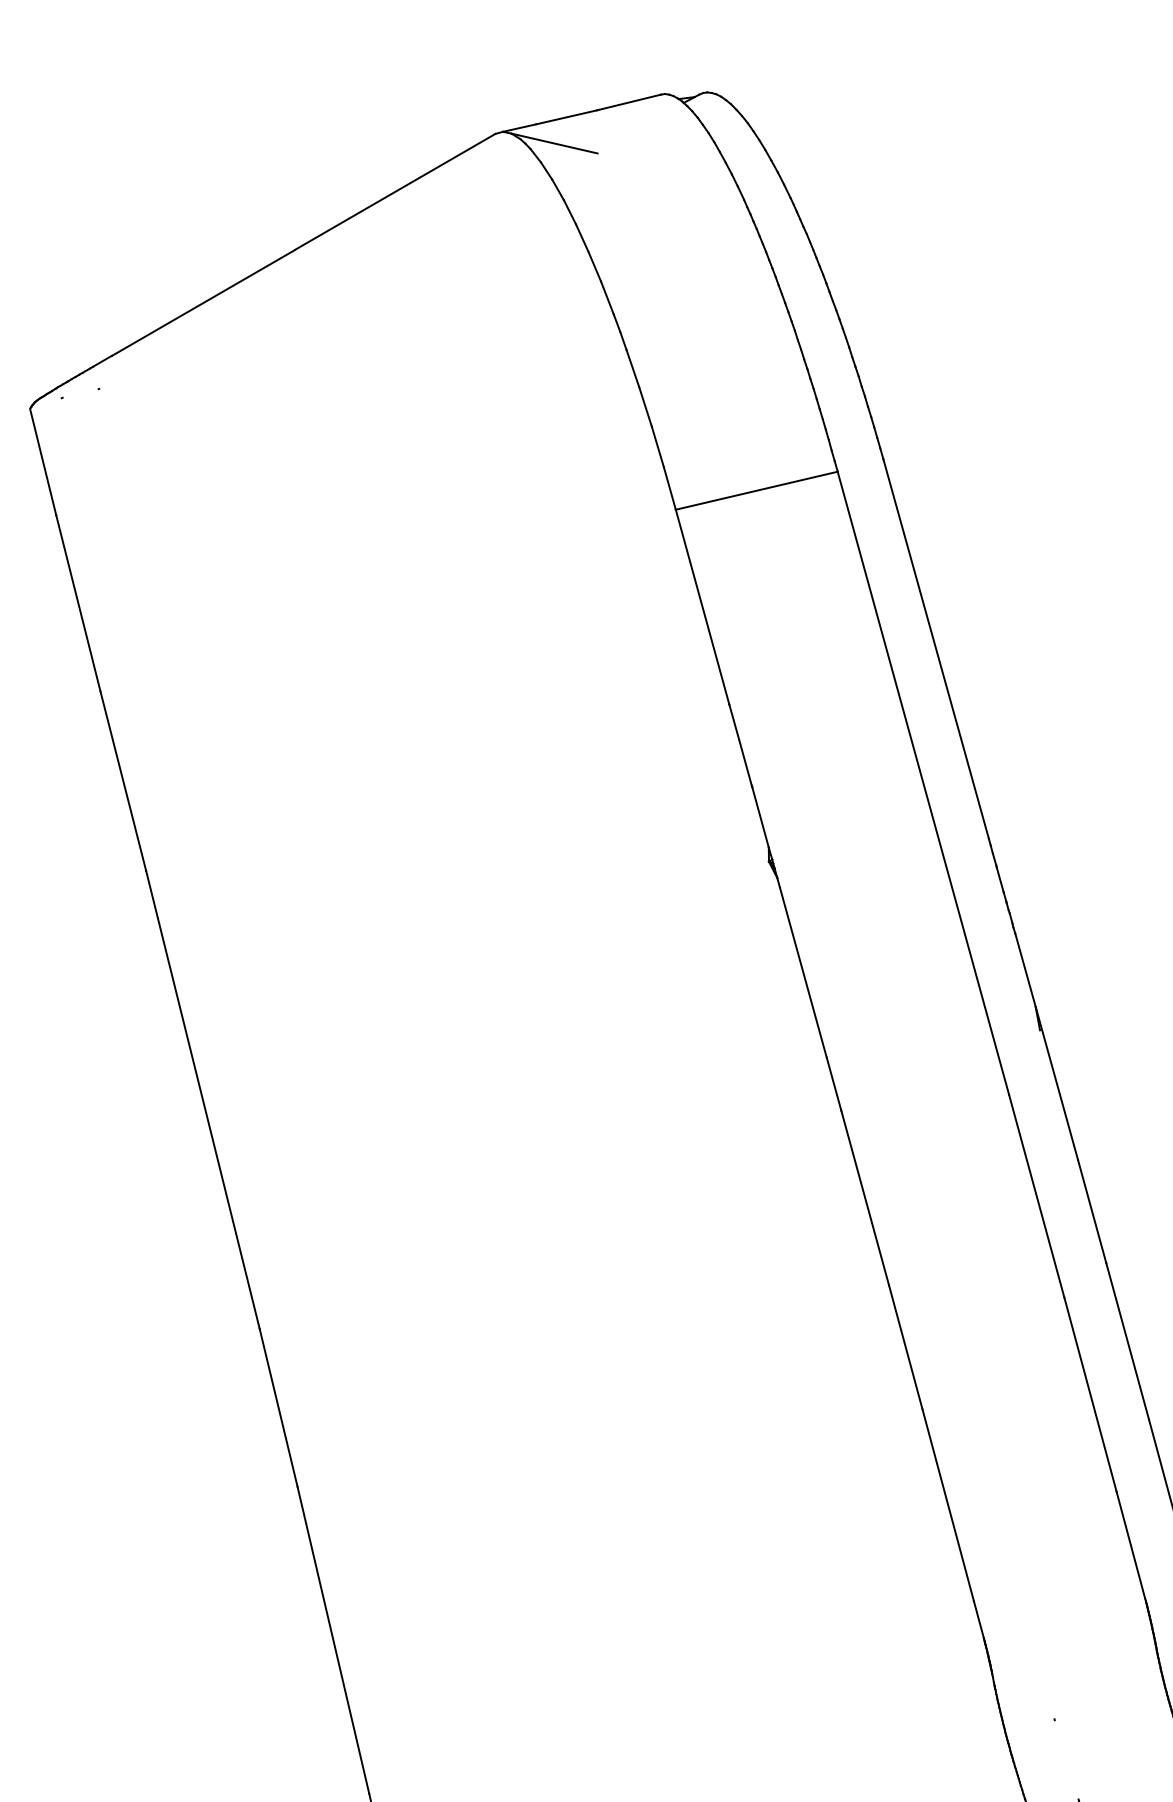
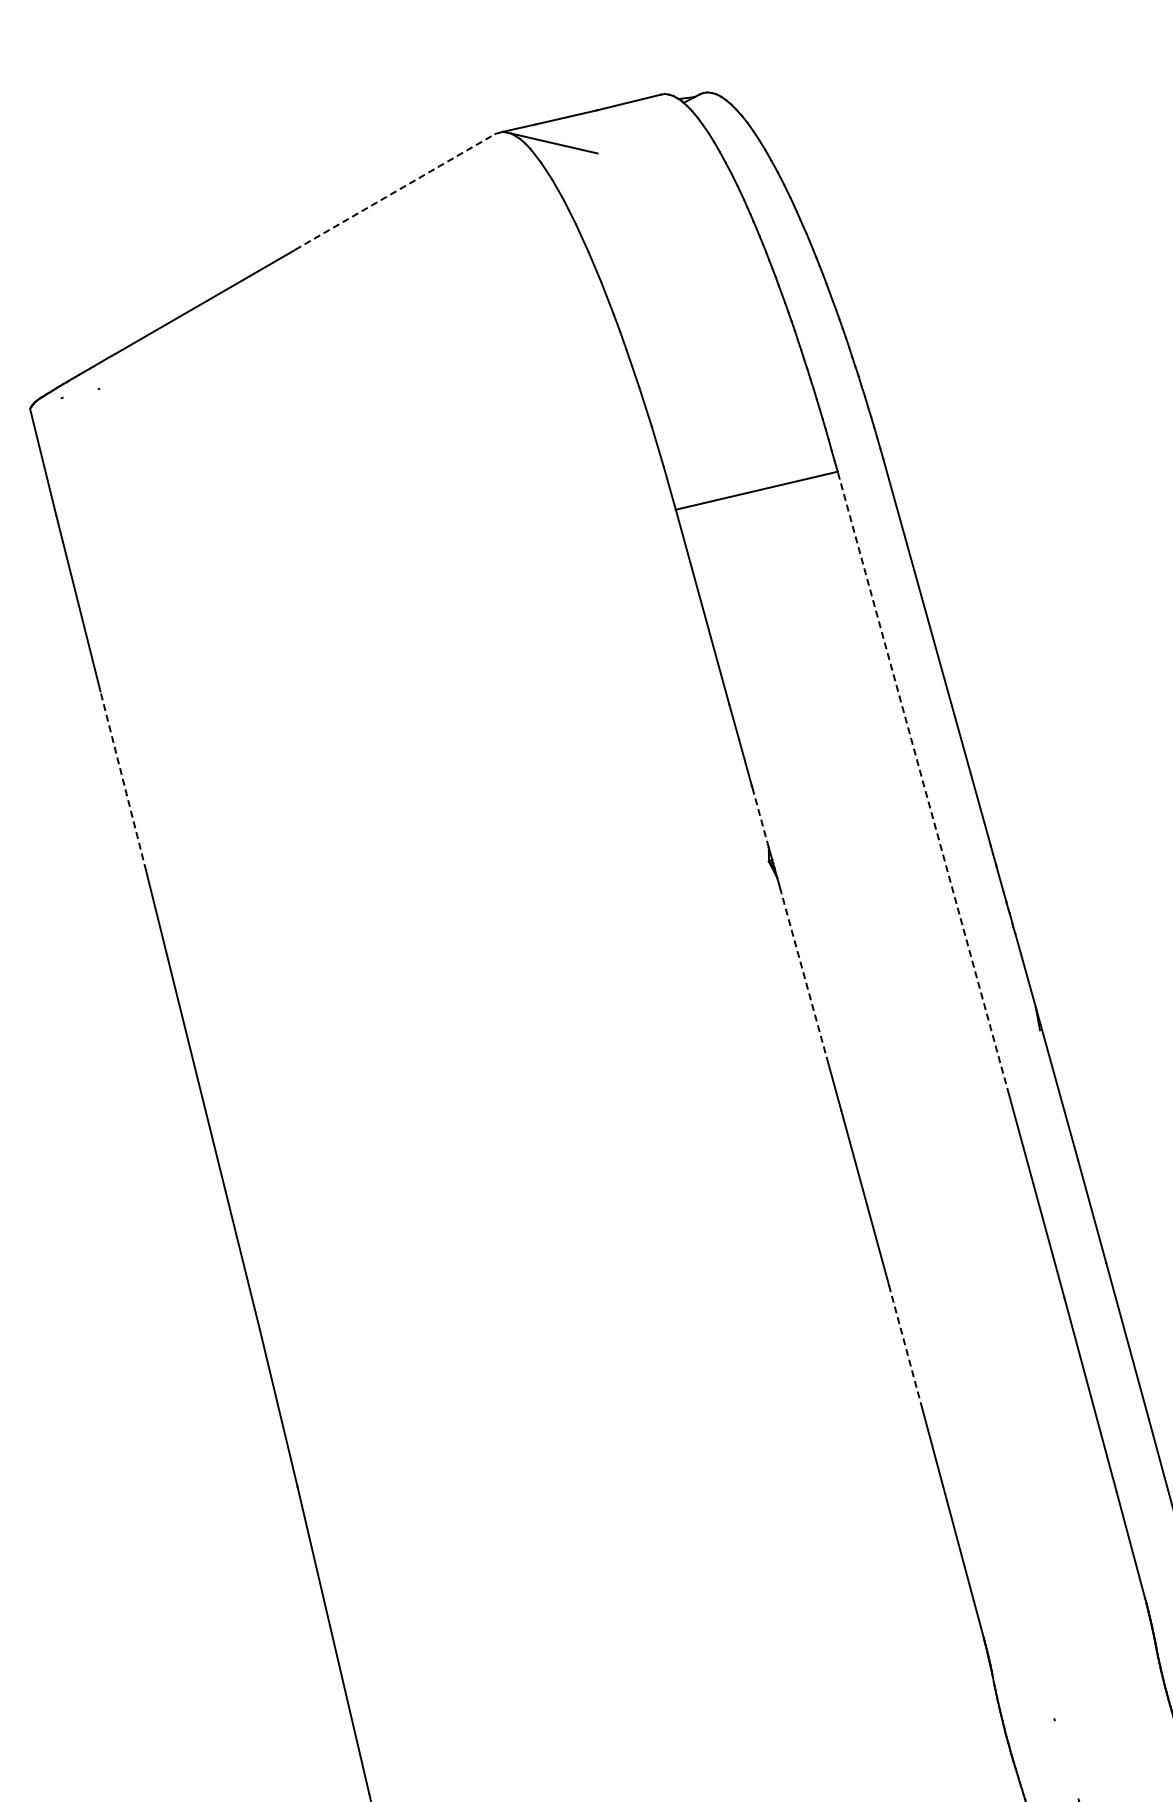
line at (395, 191): solid -> dashed
line at (123, 781): solid -> dashed
line at (923, 782): solid -> dashed
line at (760, 816): solid -> dashed
line at (803, 973): solid -> dashed
line at (905, 1347): solid -> dashed
